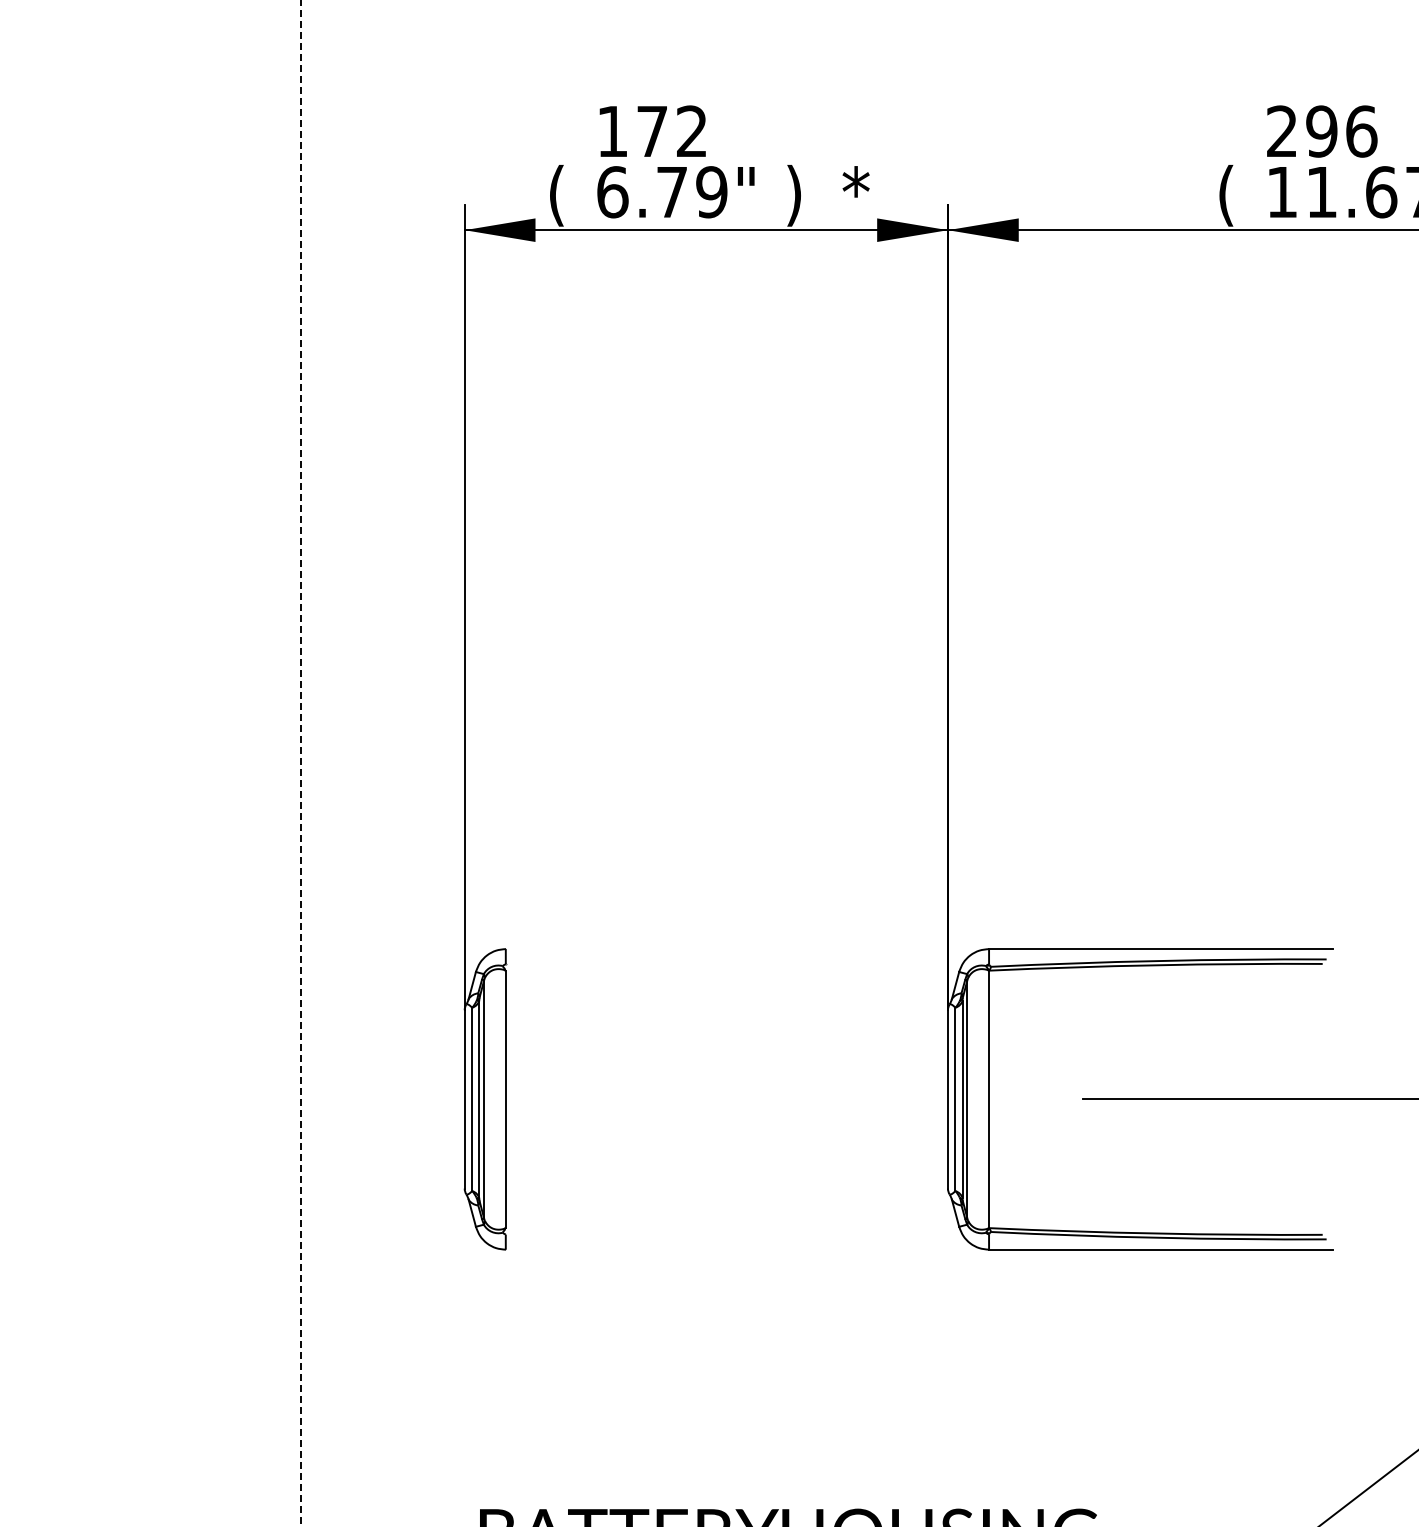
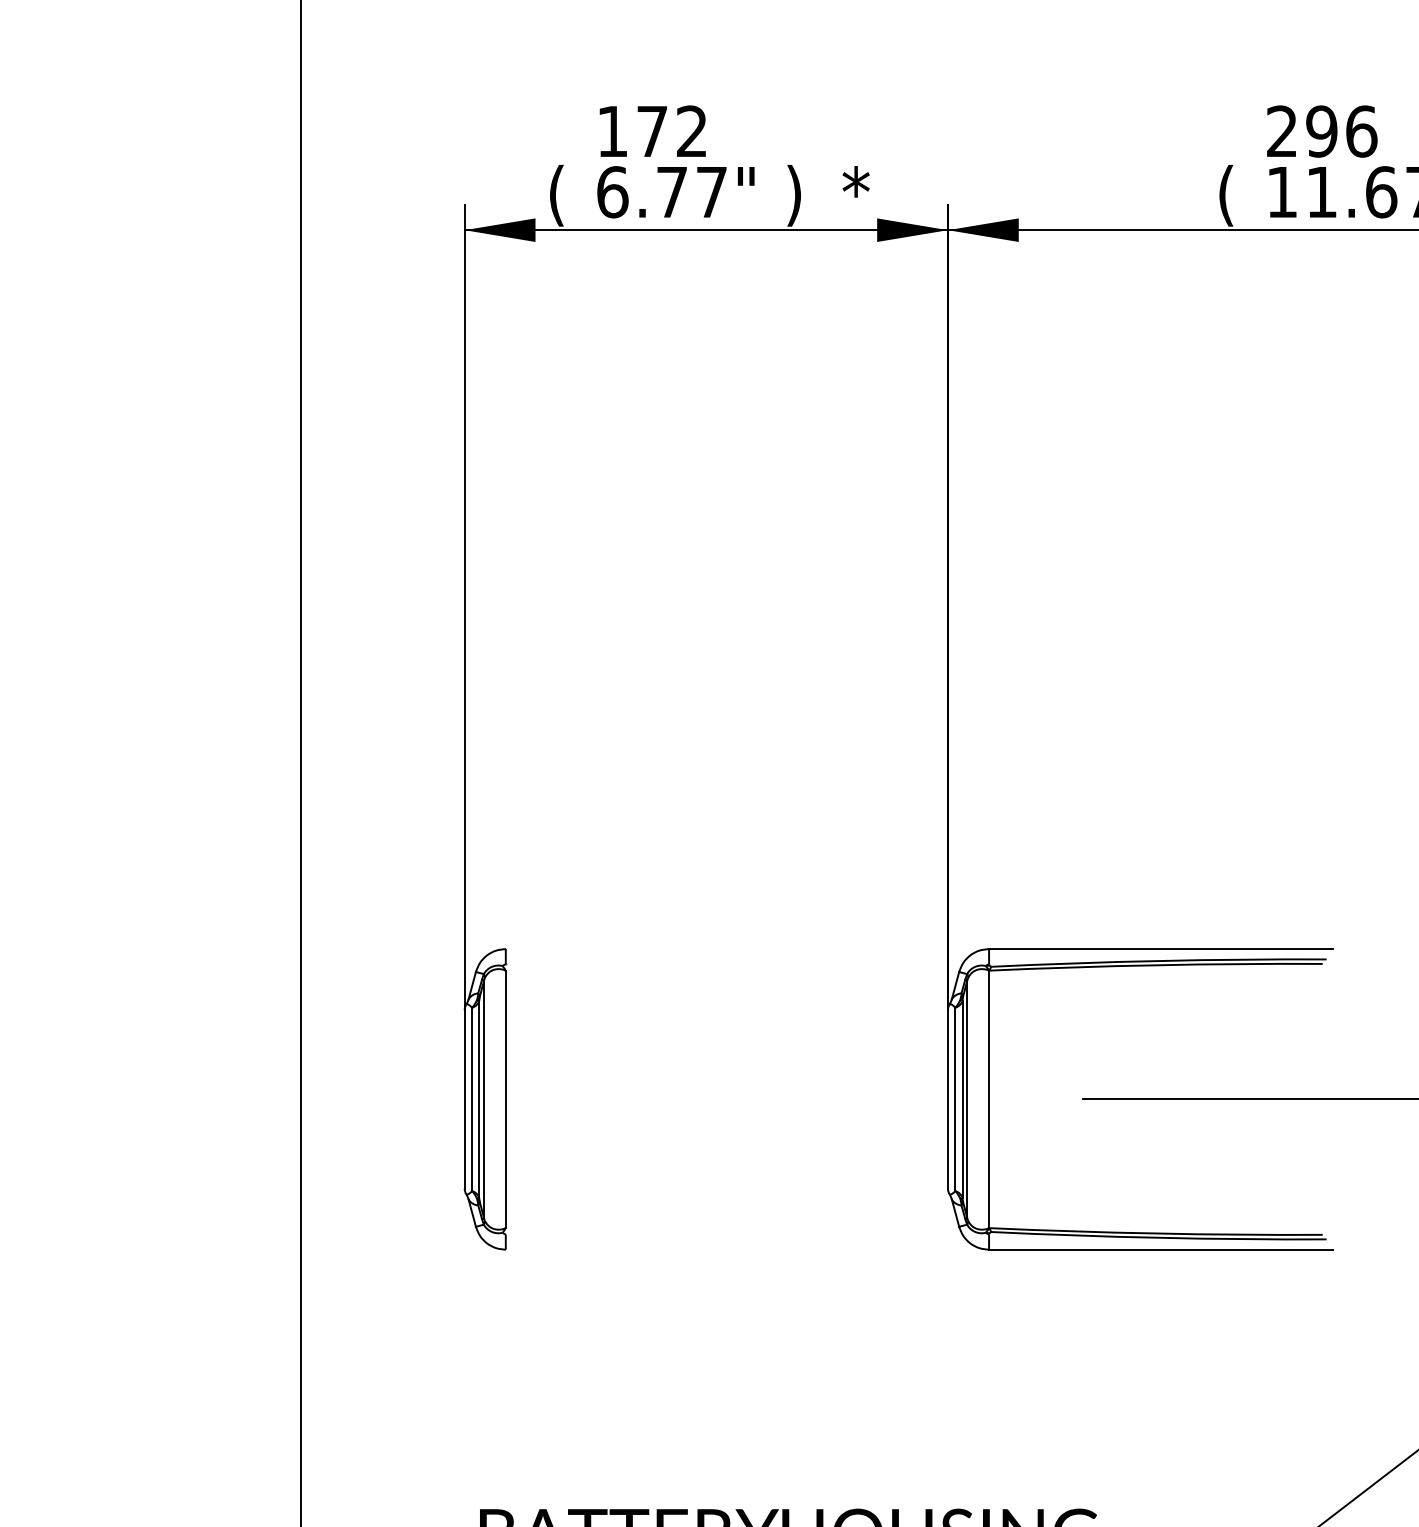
text at (711, 192): 6.79" -> 6.77"
line at (301, 762): dashed -> solid
